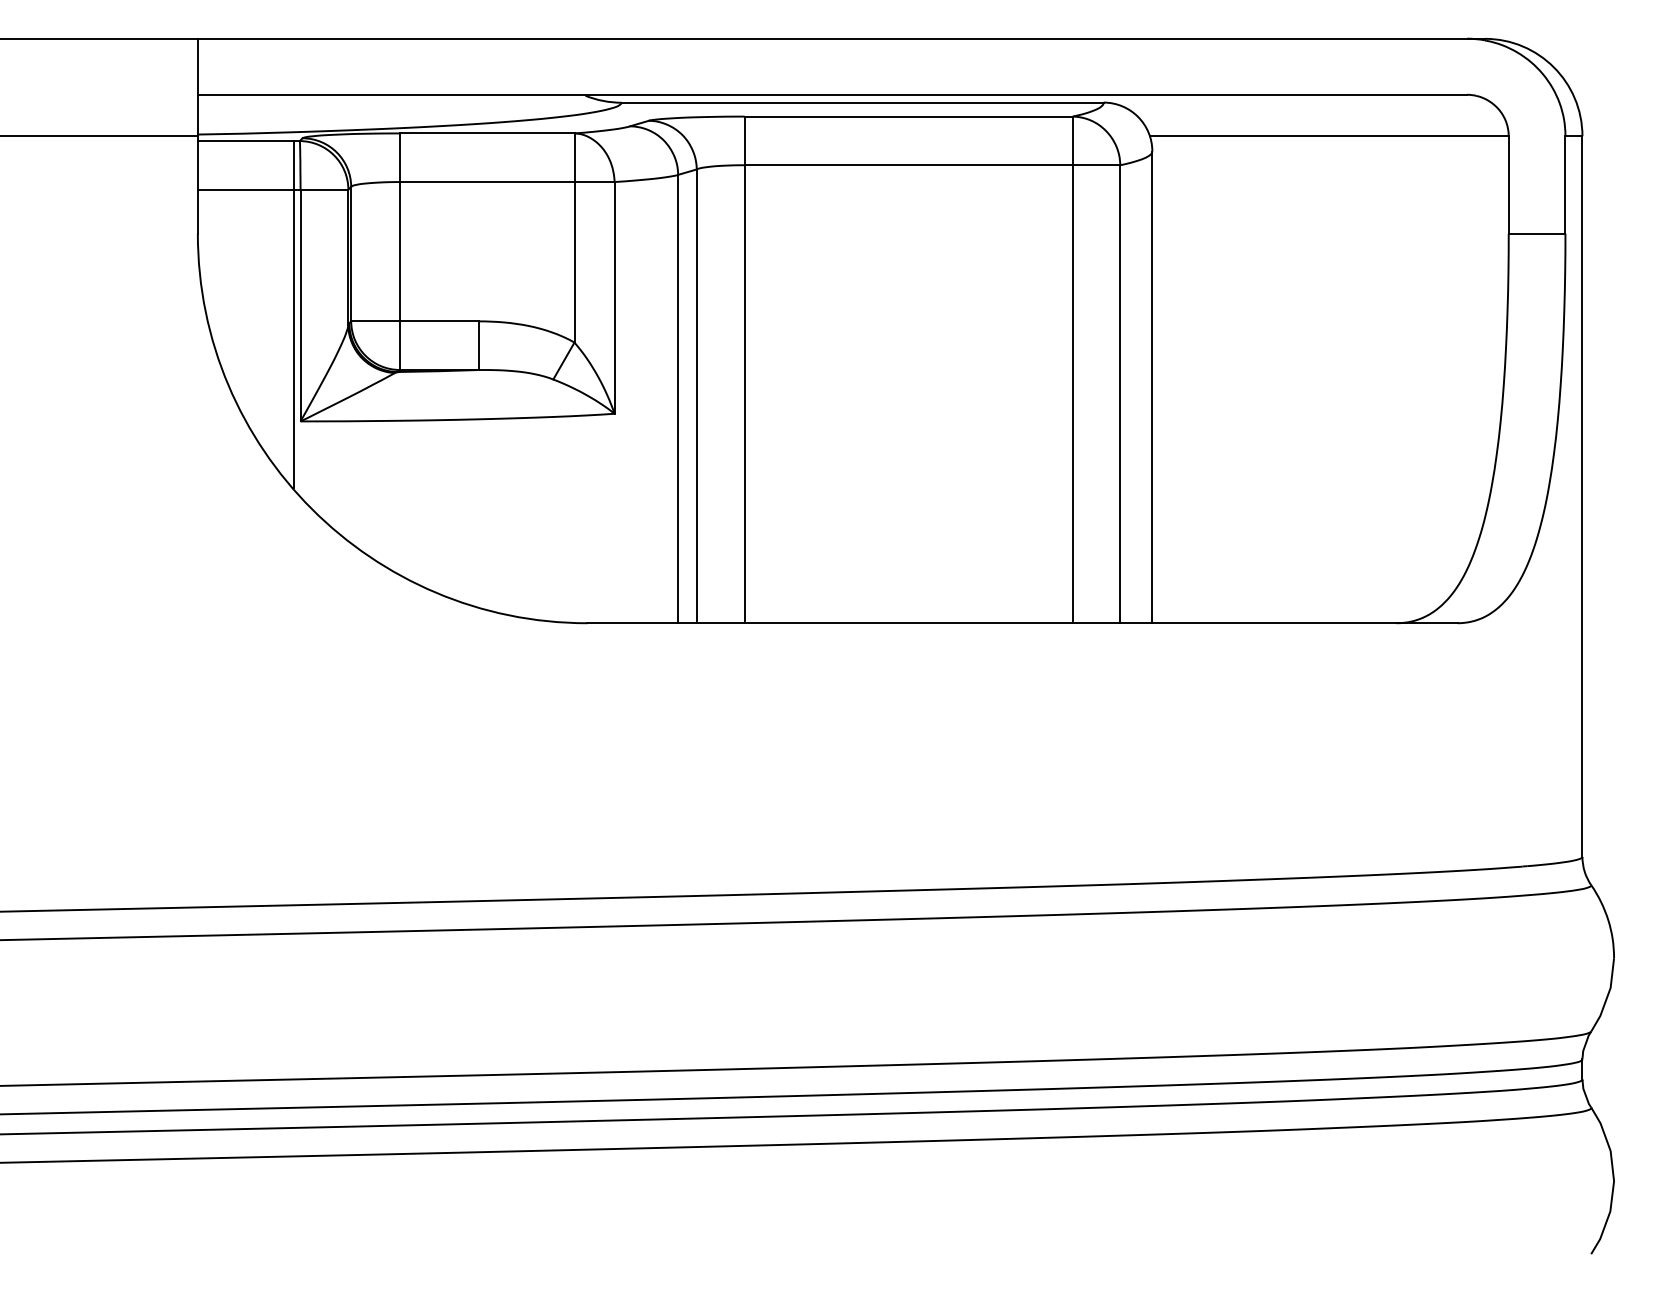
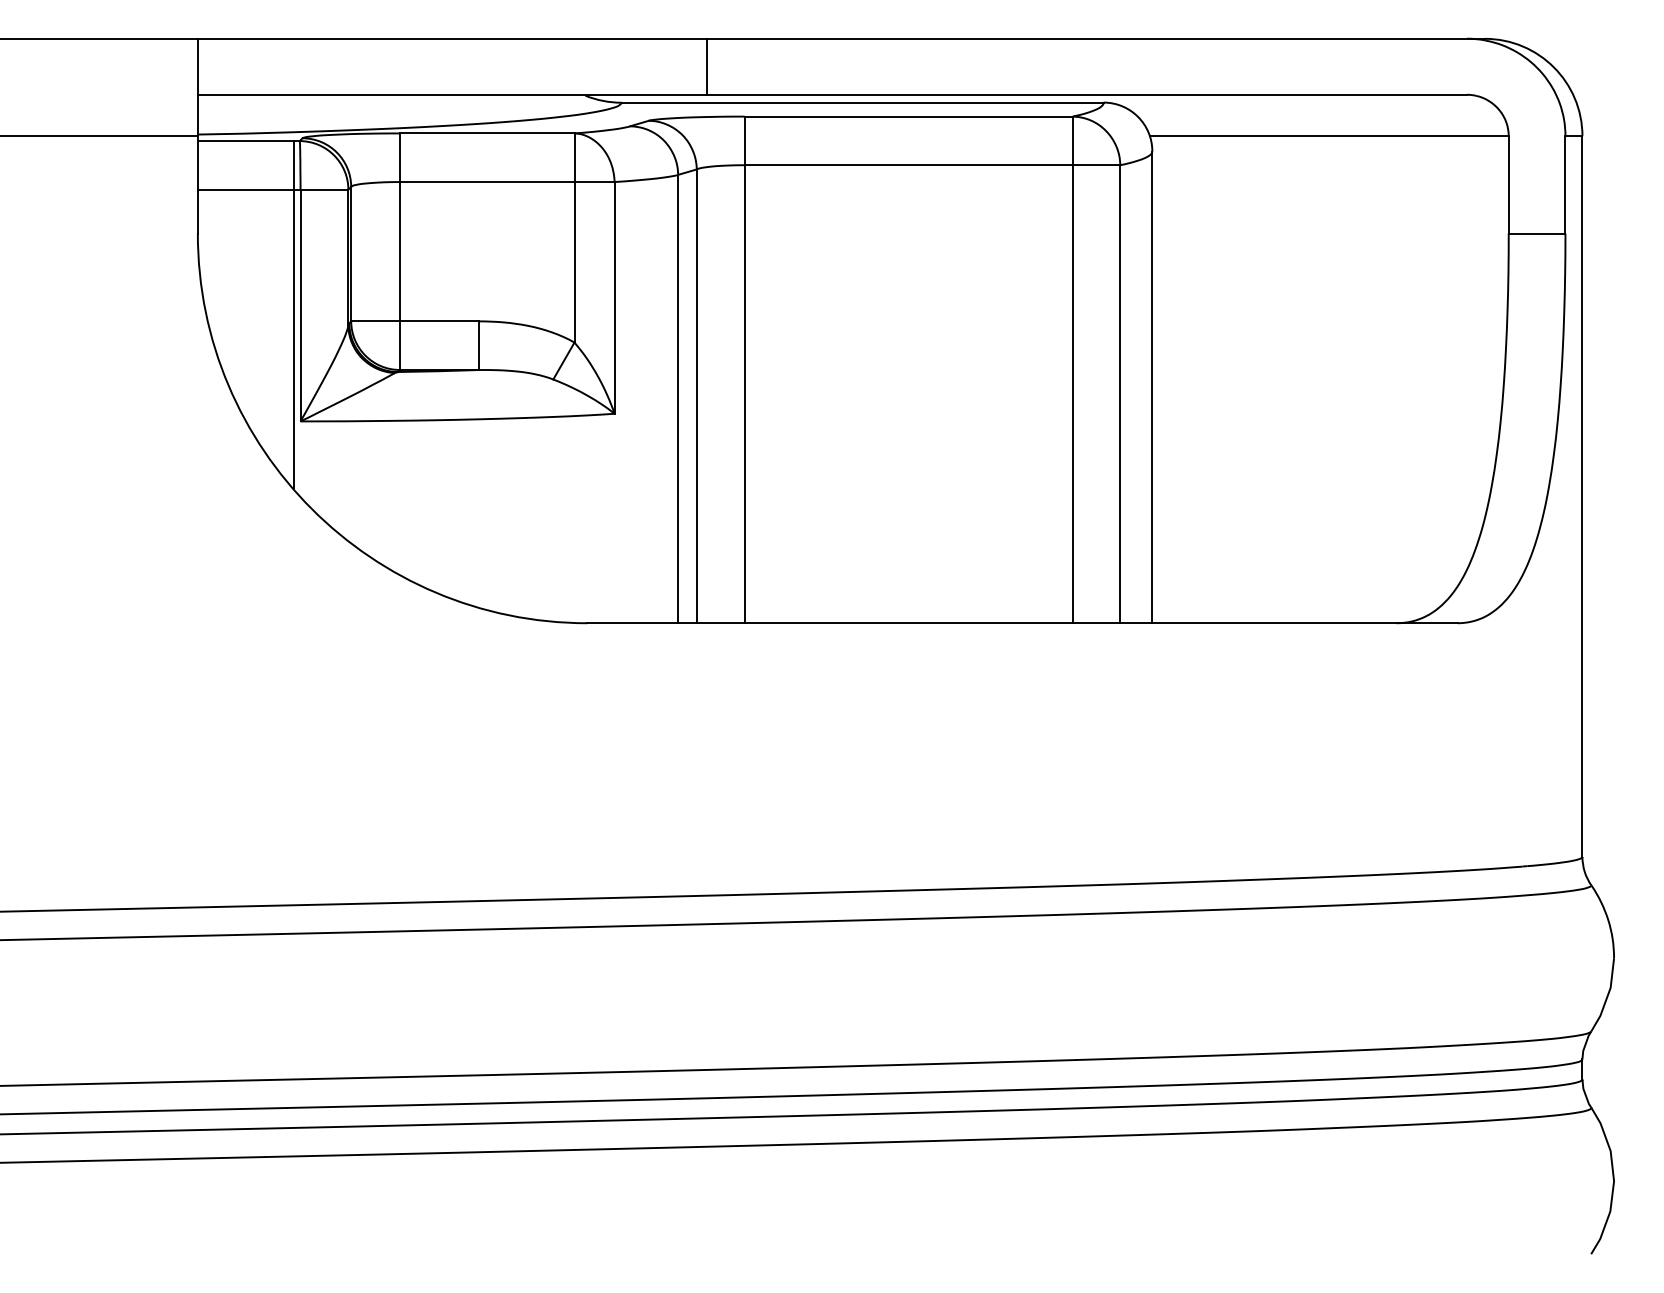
line at (707, 66): none -> present
